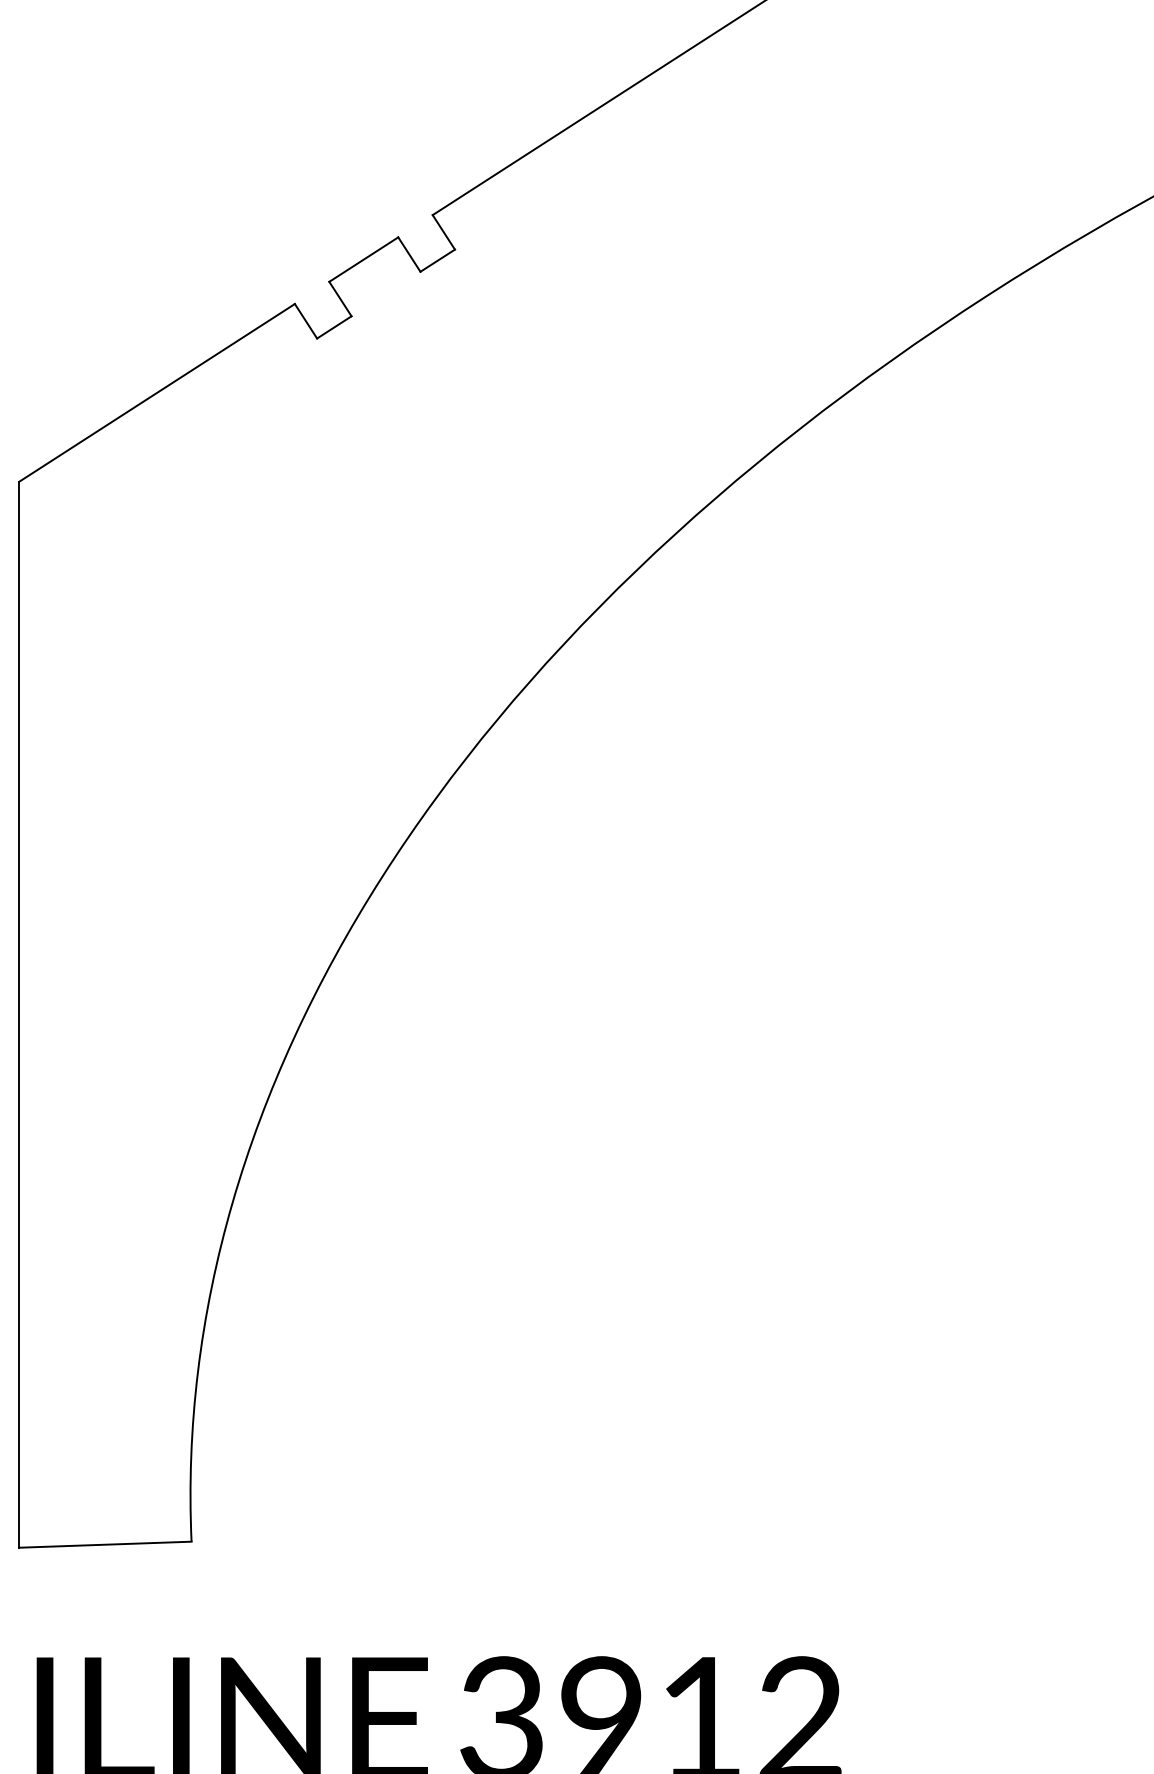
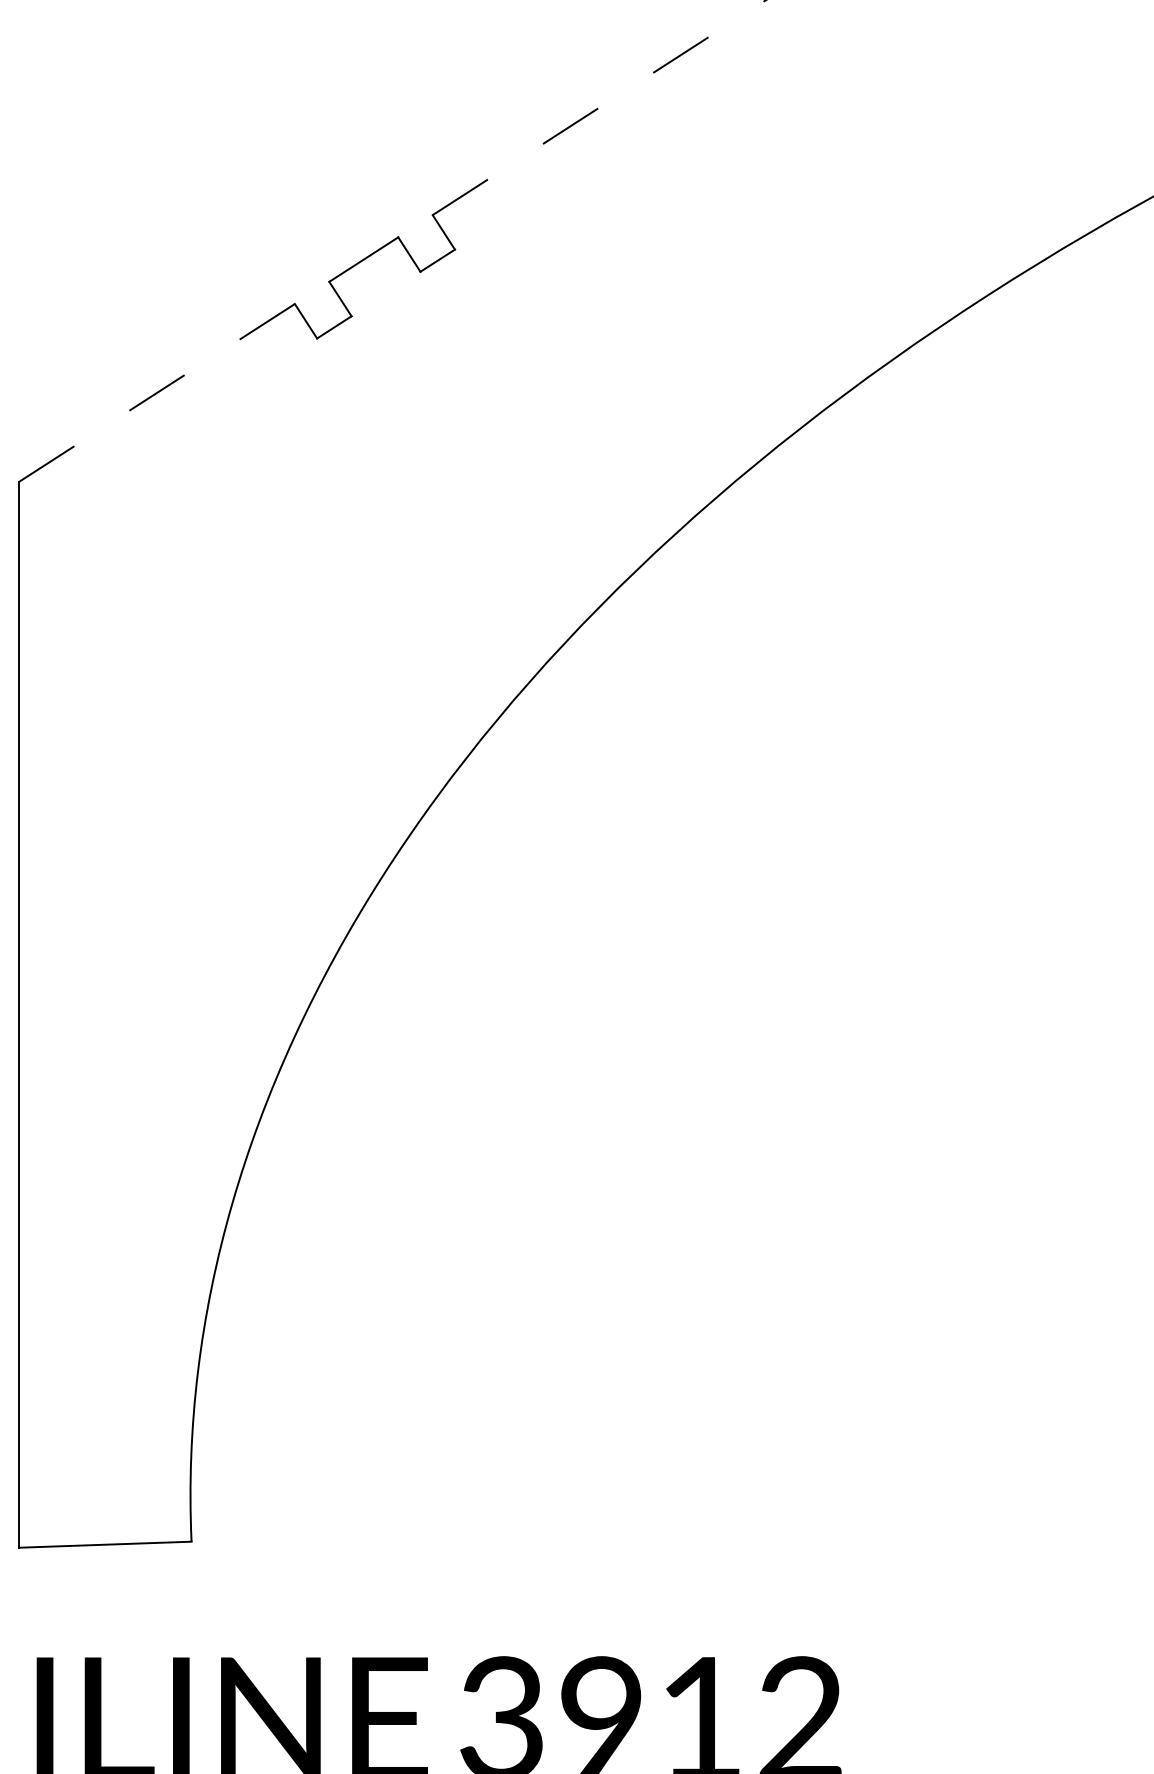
line at (599, 107): solid -> dashed
line at (157, 392): solid -> dashed
